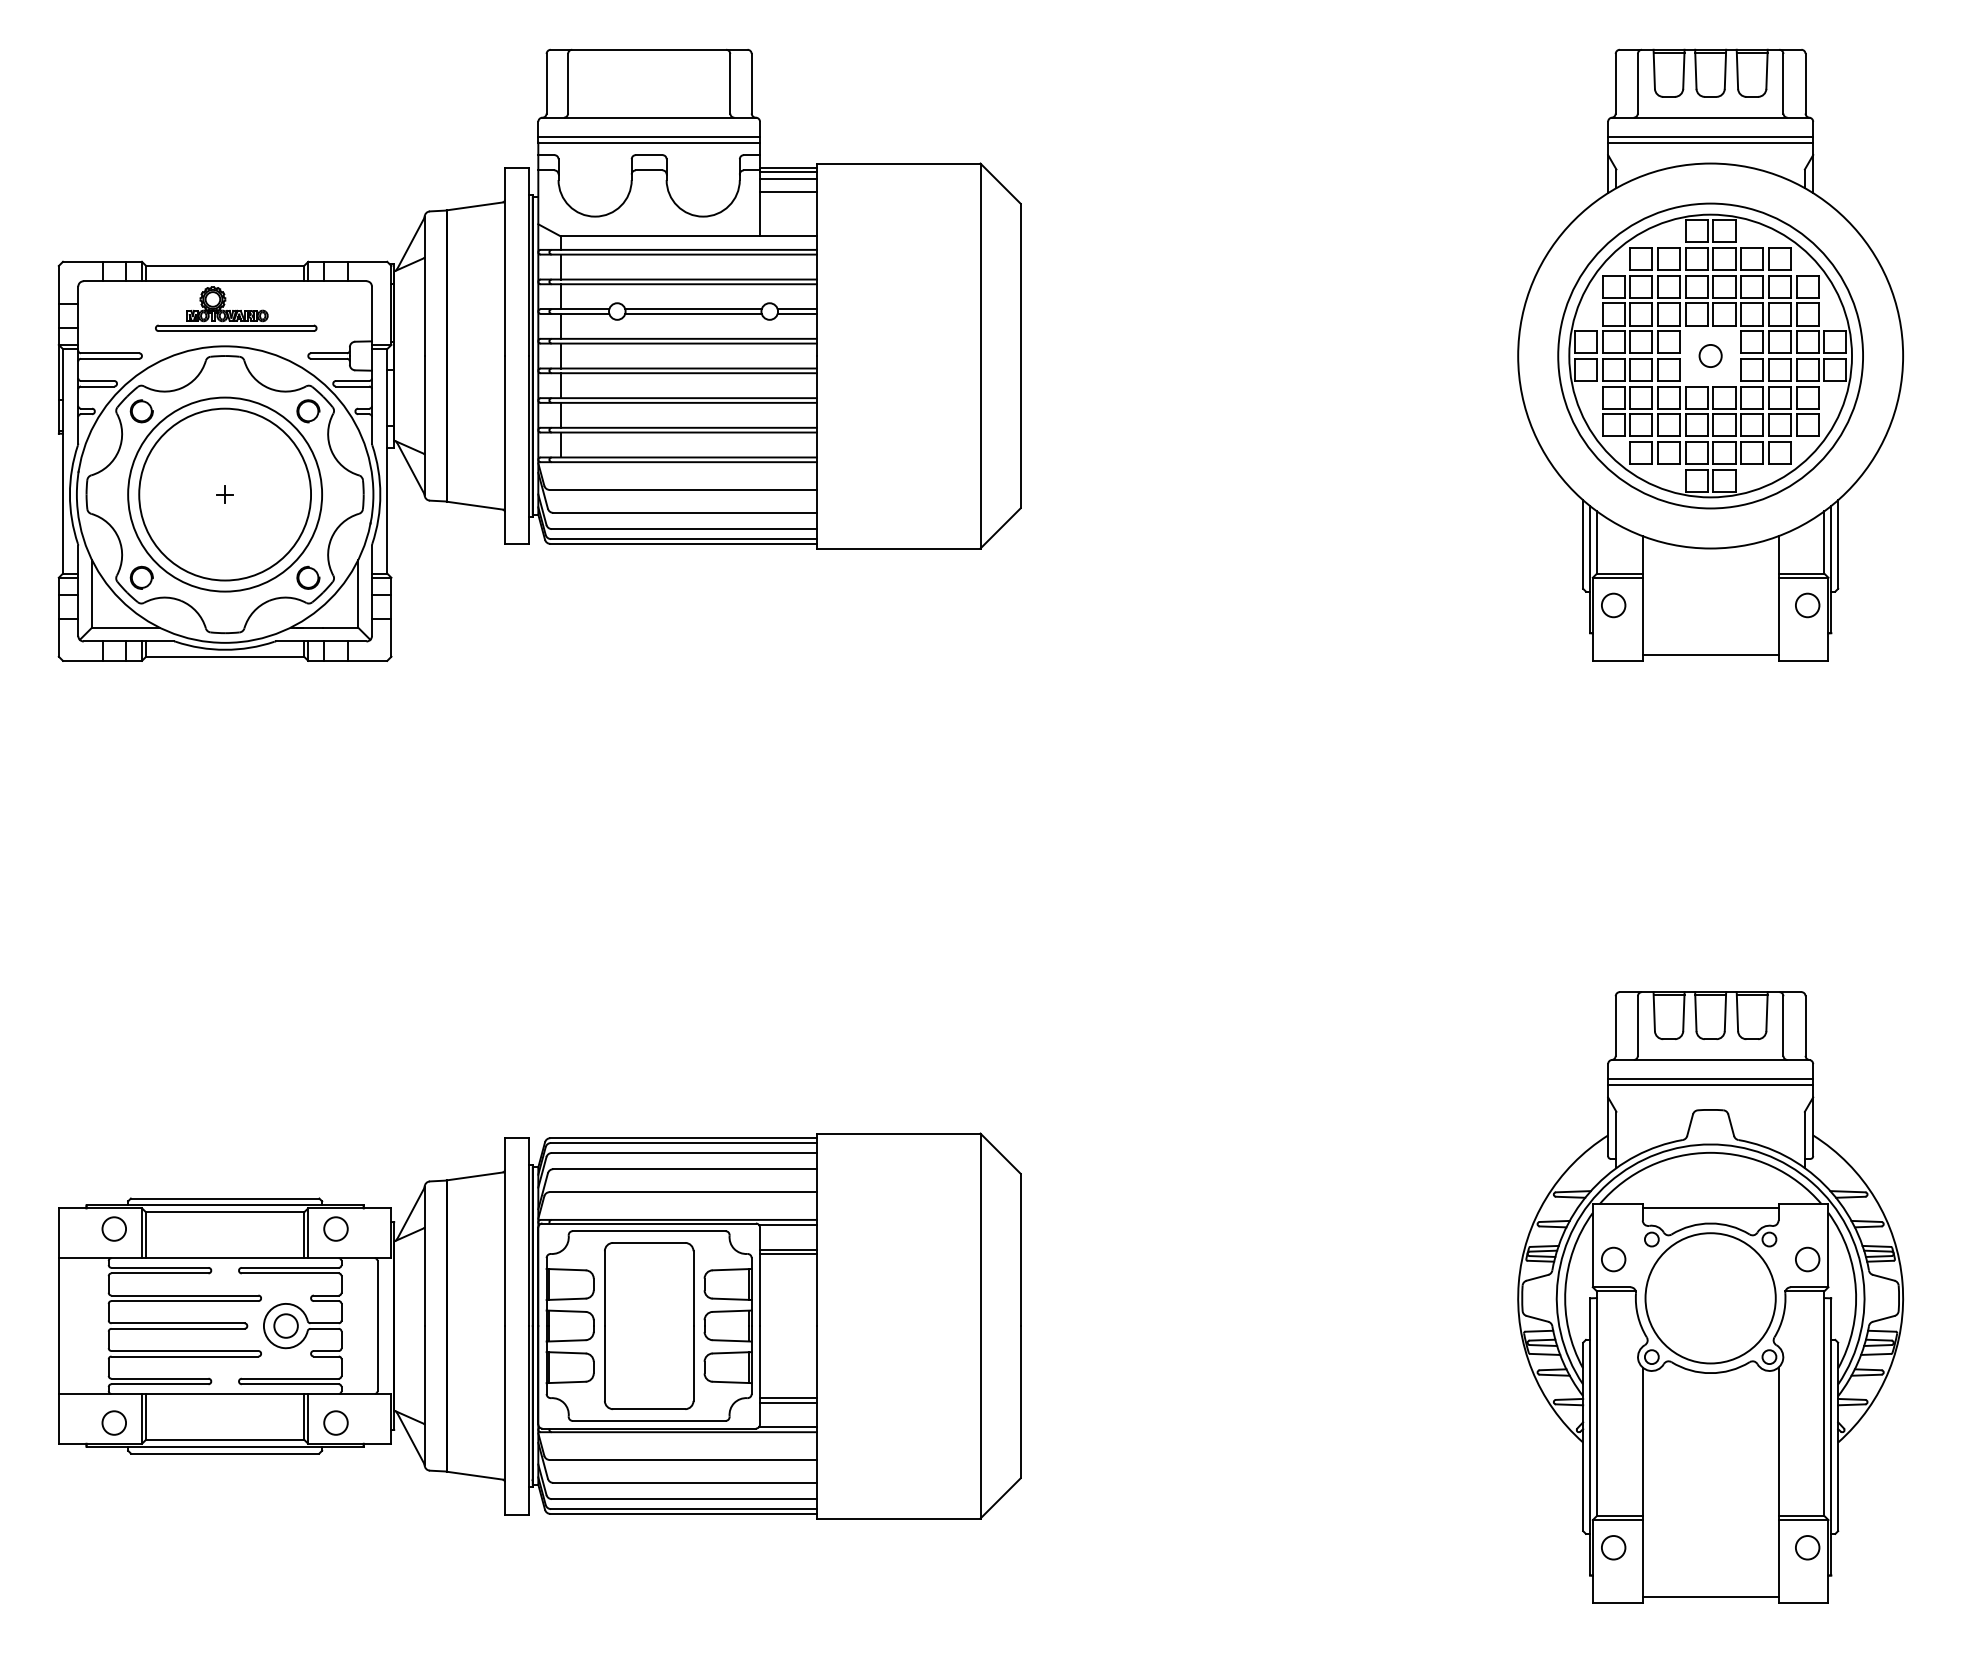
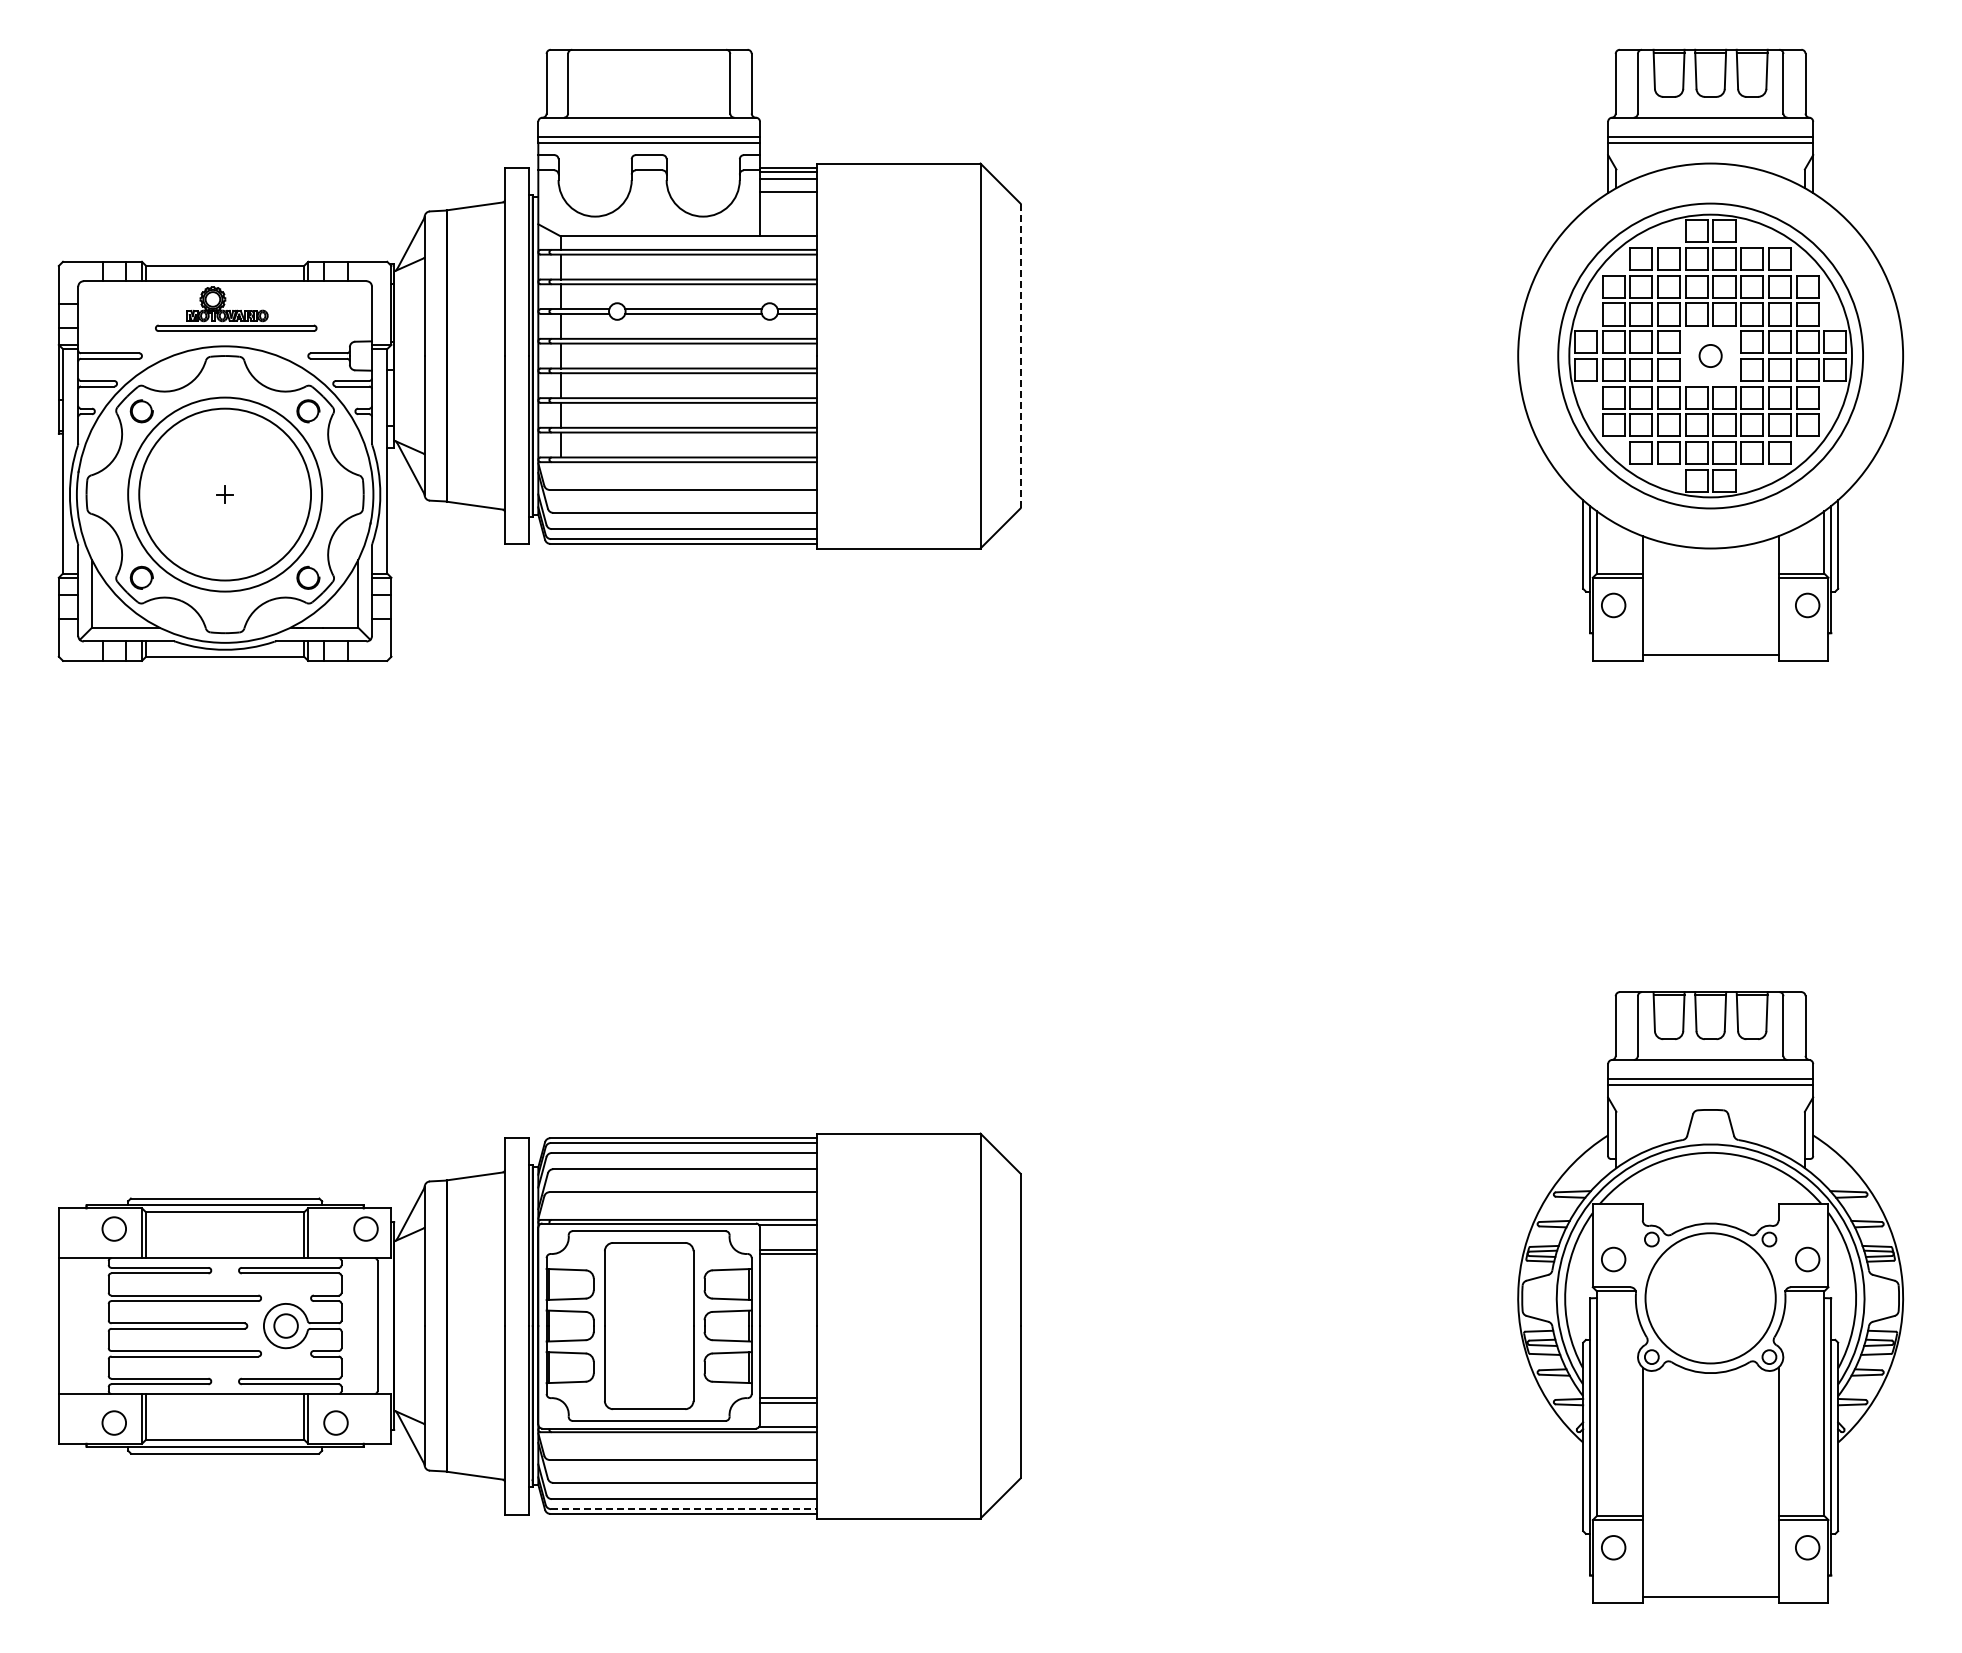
line at (1020, 356): solid -> dashed
line at (1710, 1208): present -> none
circle at (335, 1228) position: (335, 1228) -> (365, 1228)
line at (683, 1509): solid -> dashed
